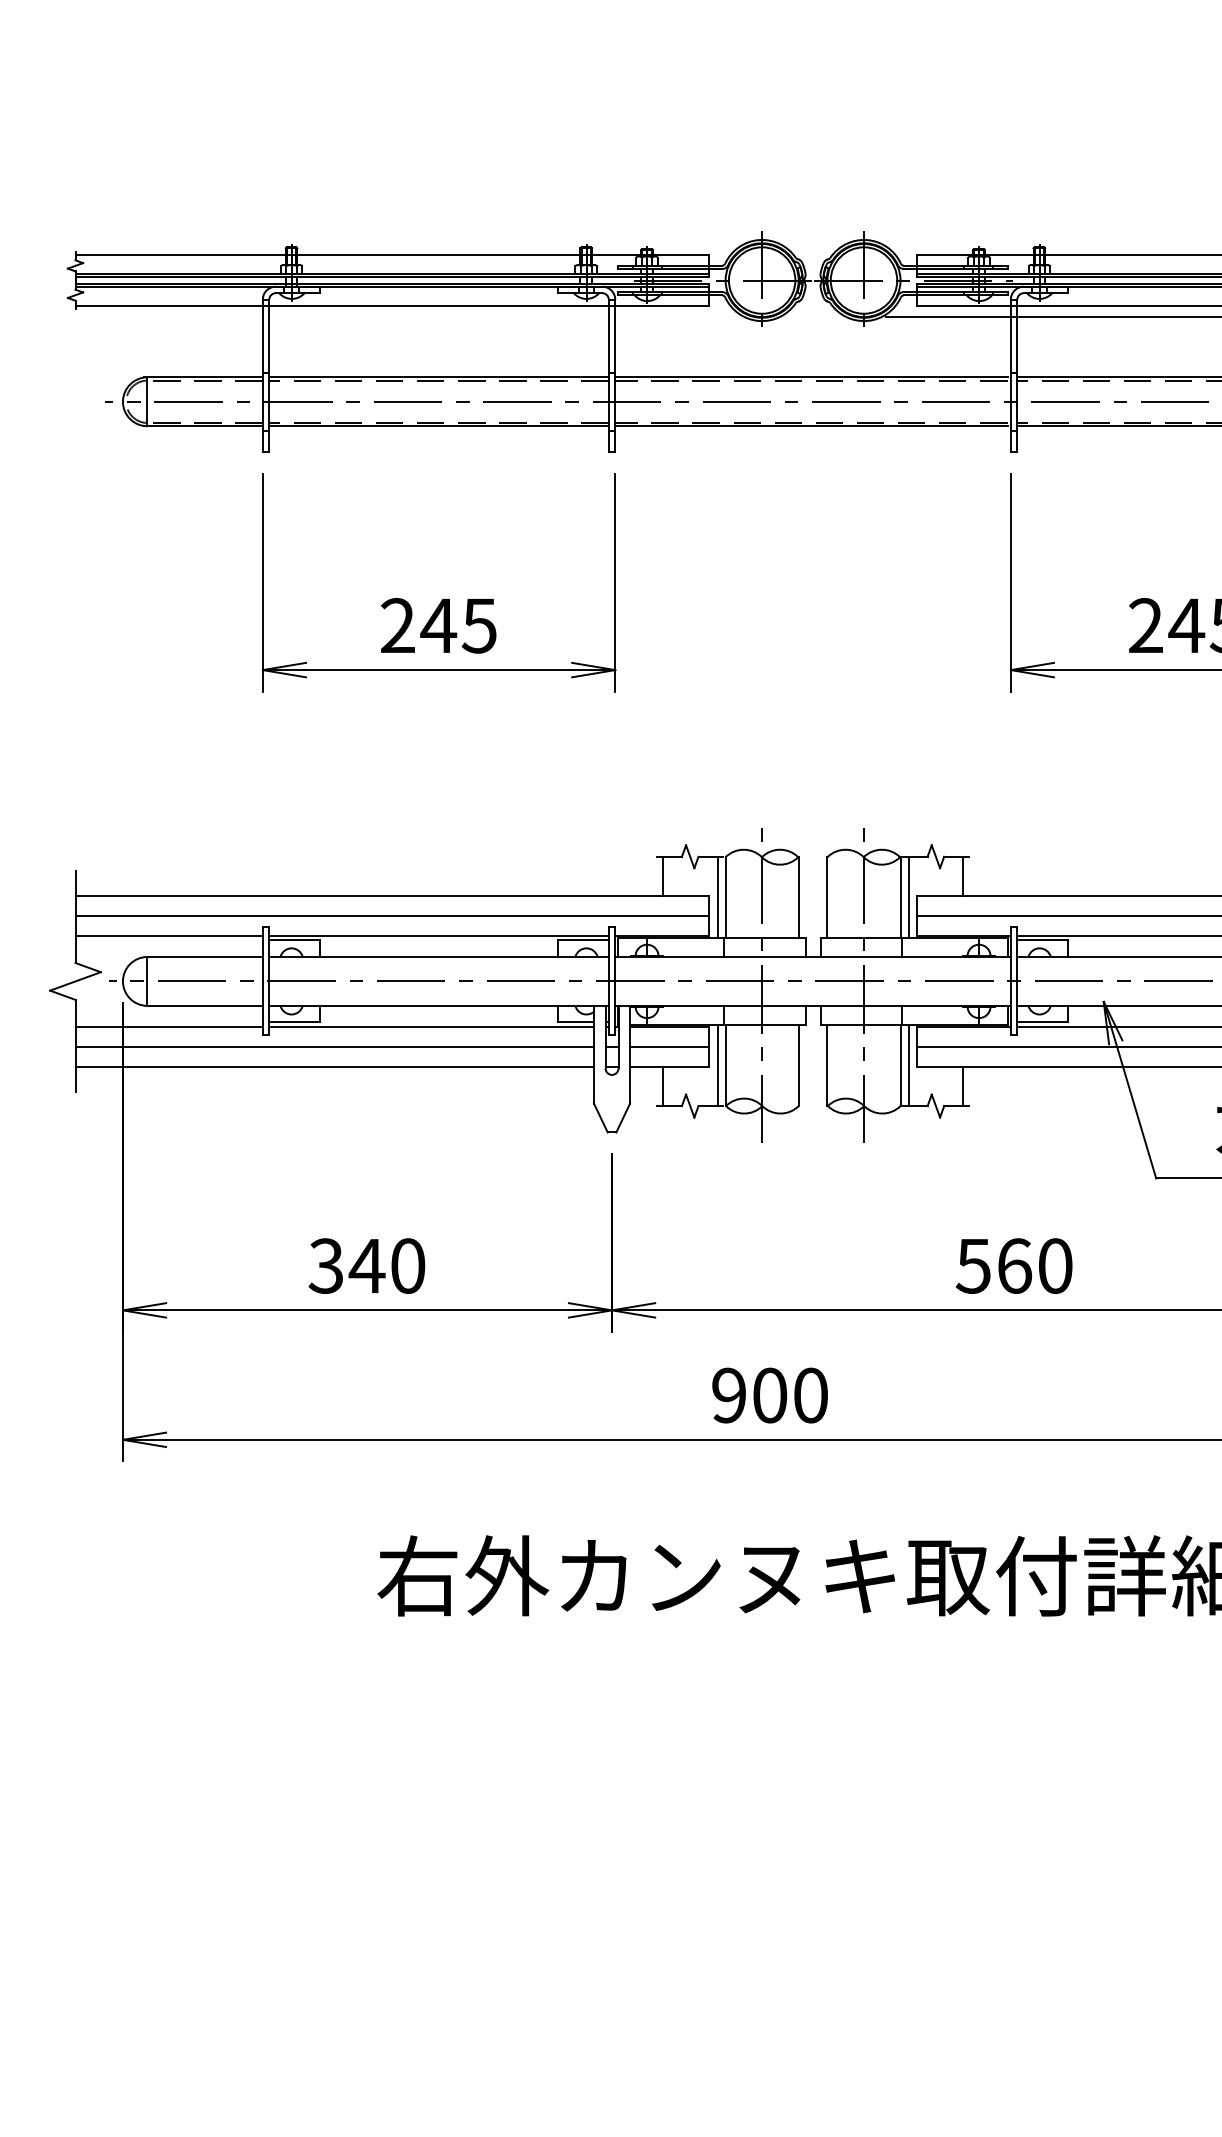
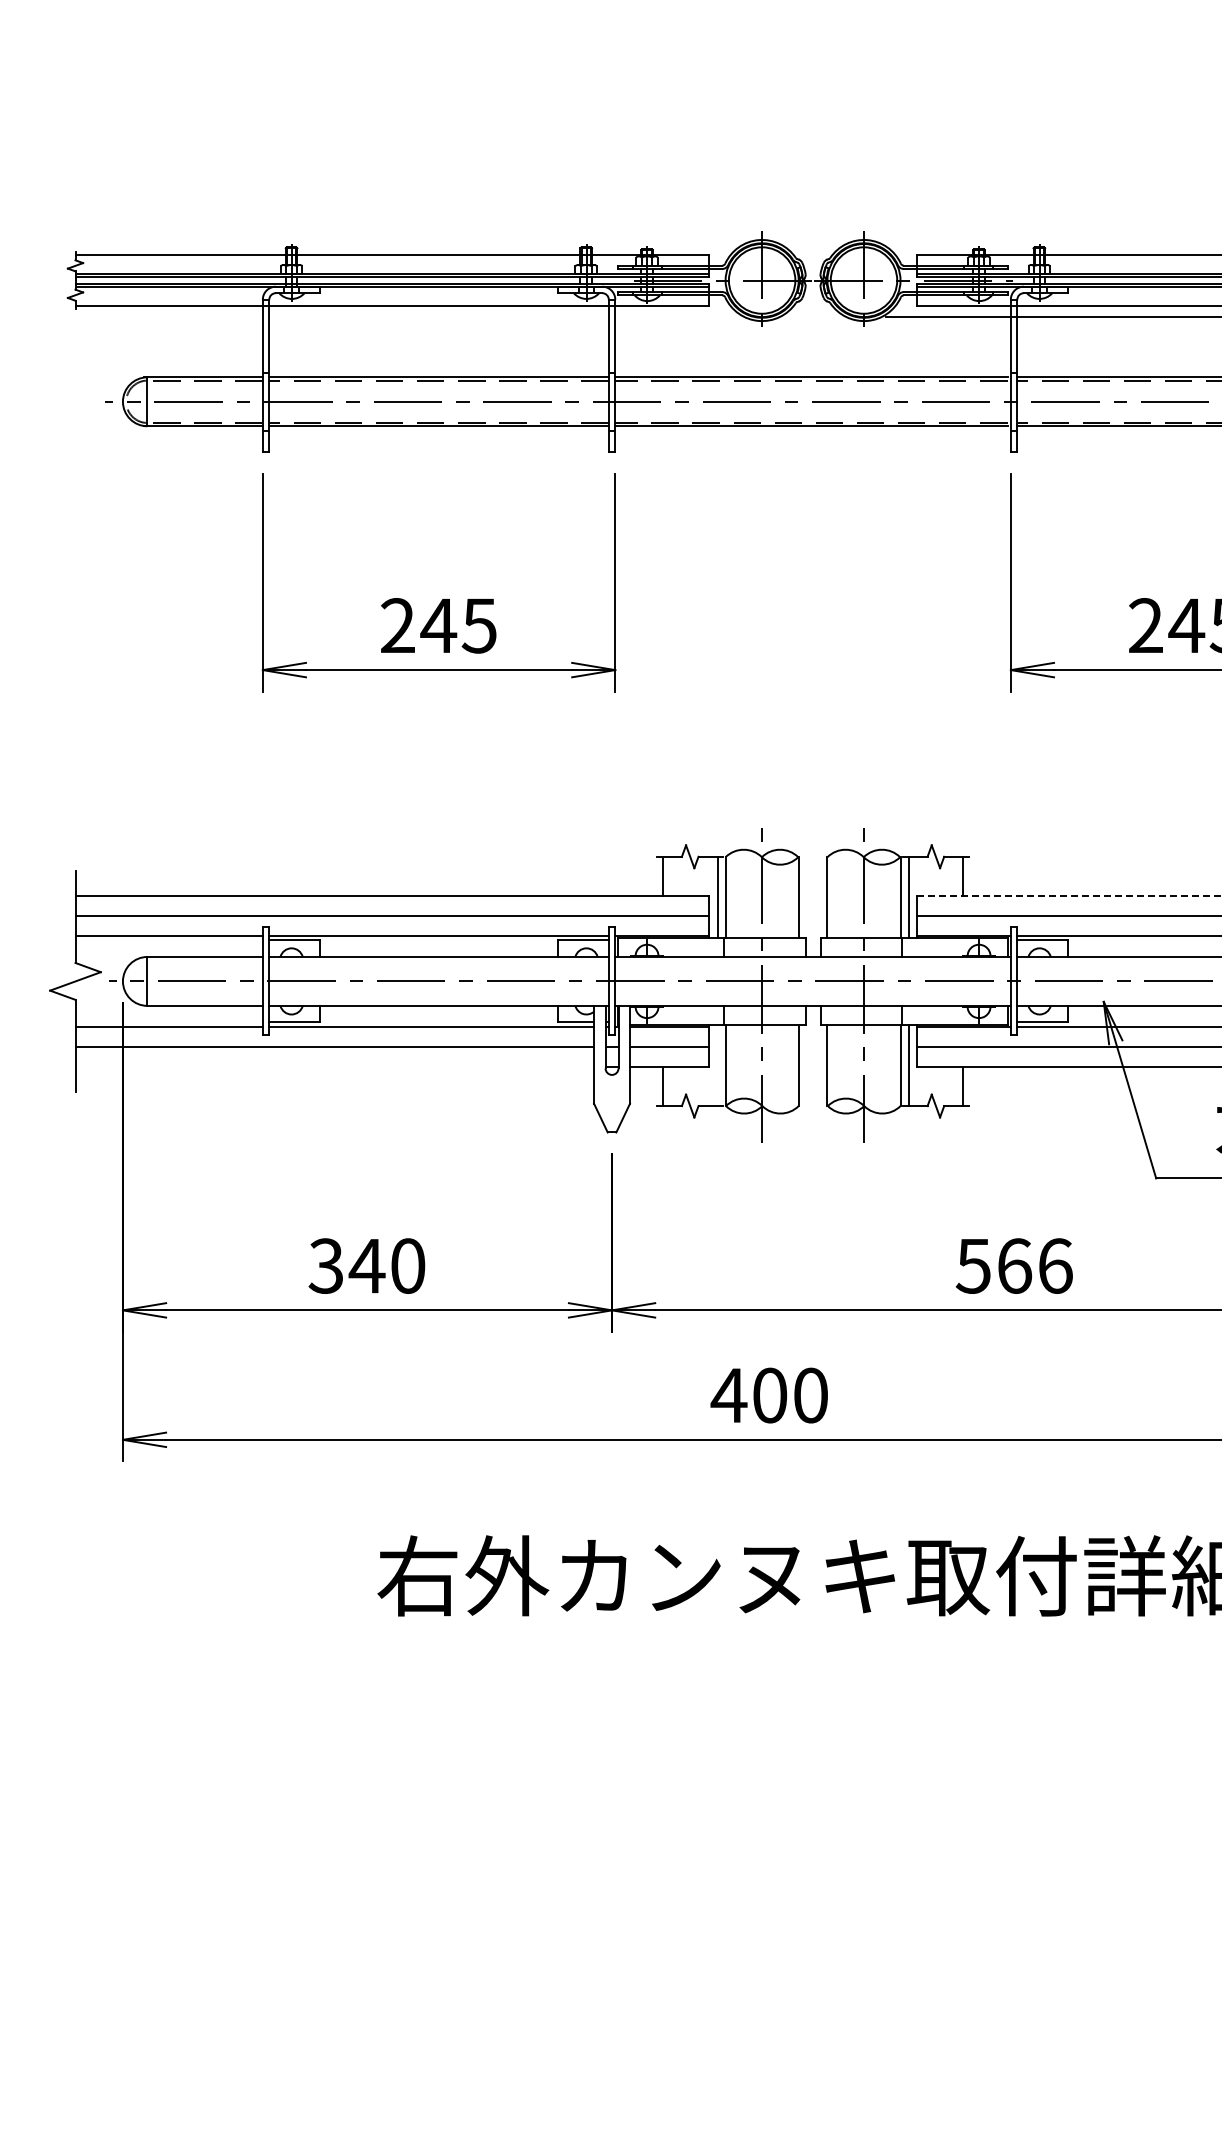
line at (1069, 896): solid -> dashed
line at (717, 1065): present -> none
line at (334, 1066): present -> none
text at (1055, 1265): 560 -> 566
text at (728, 1395): 900 -> 400
